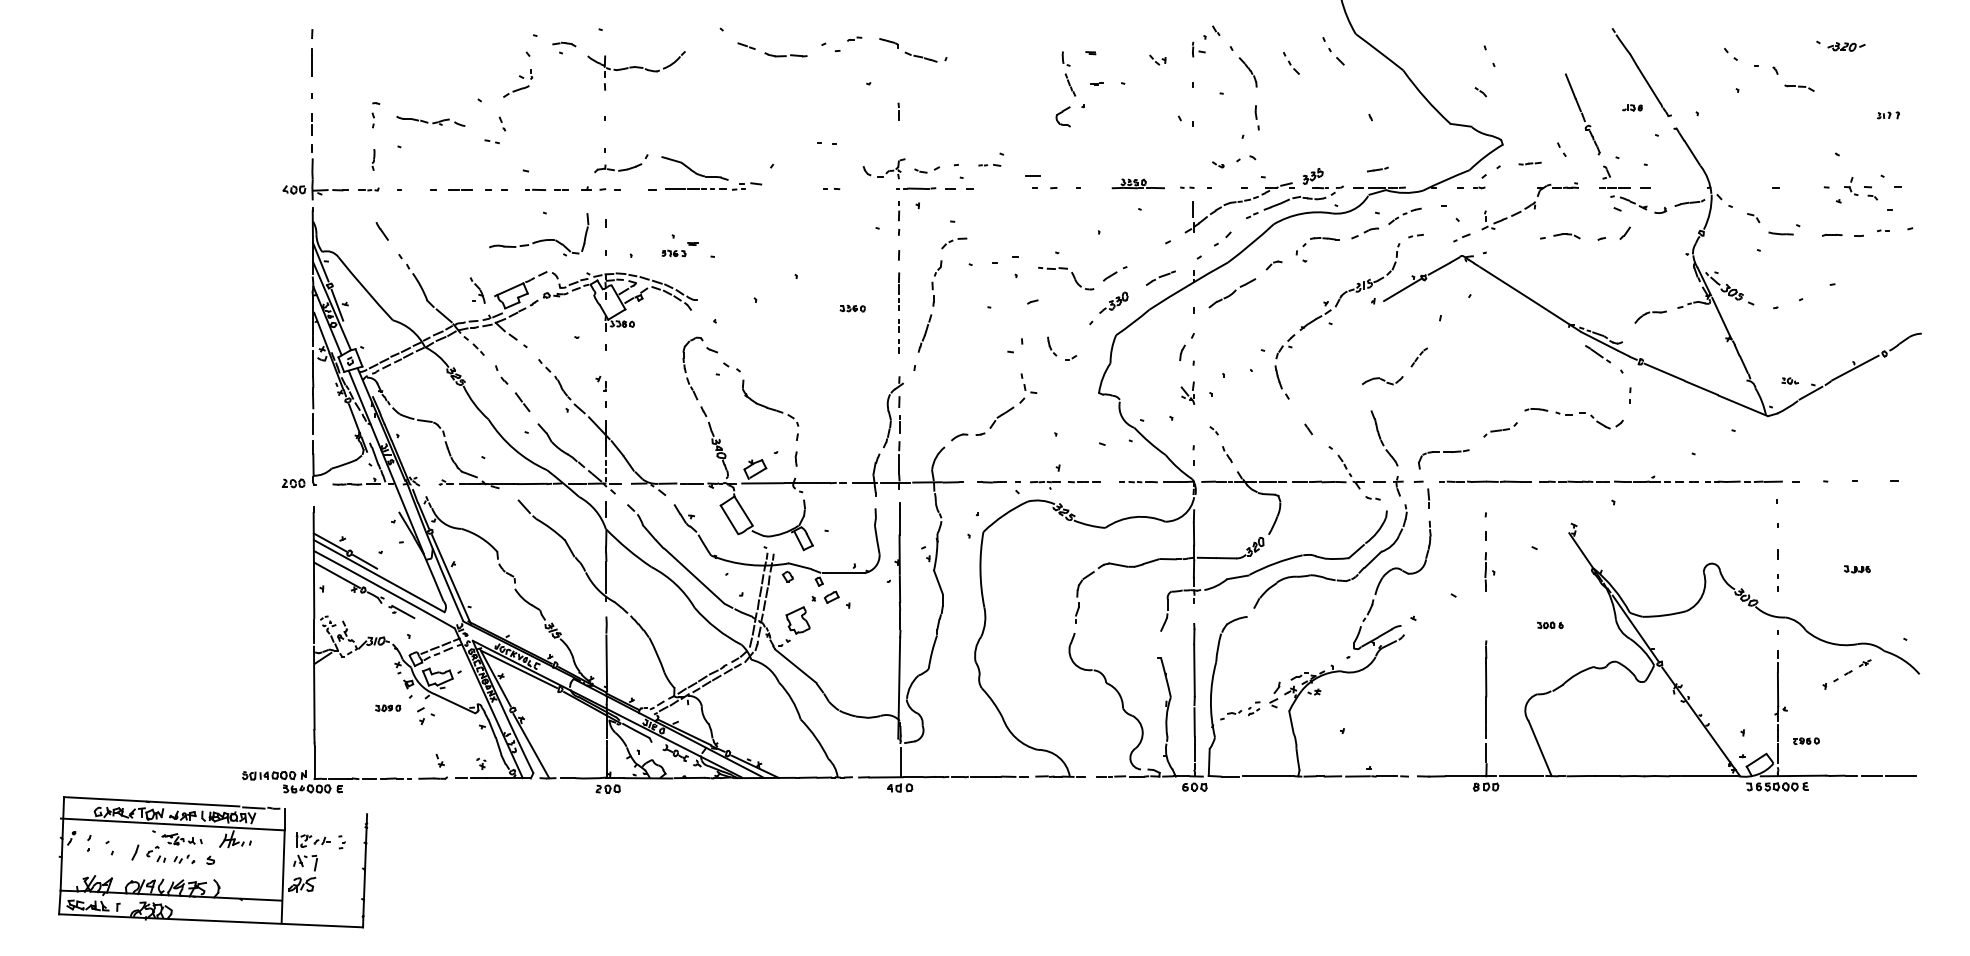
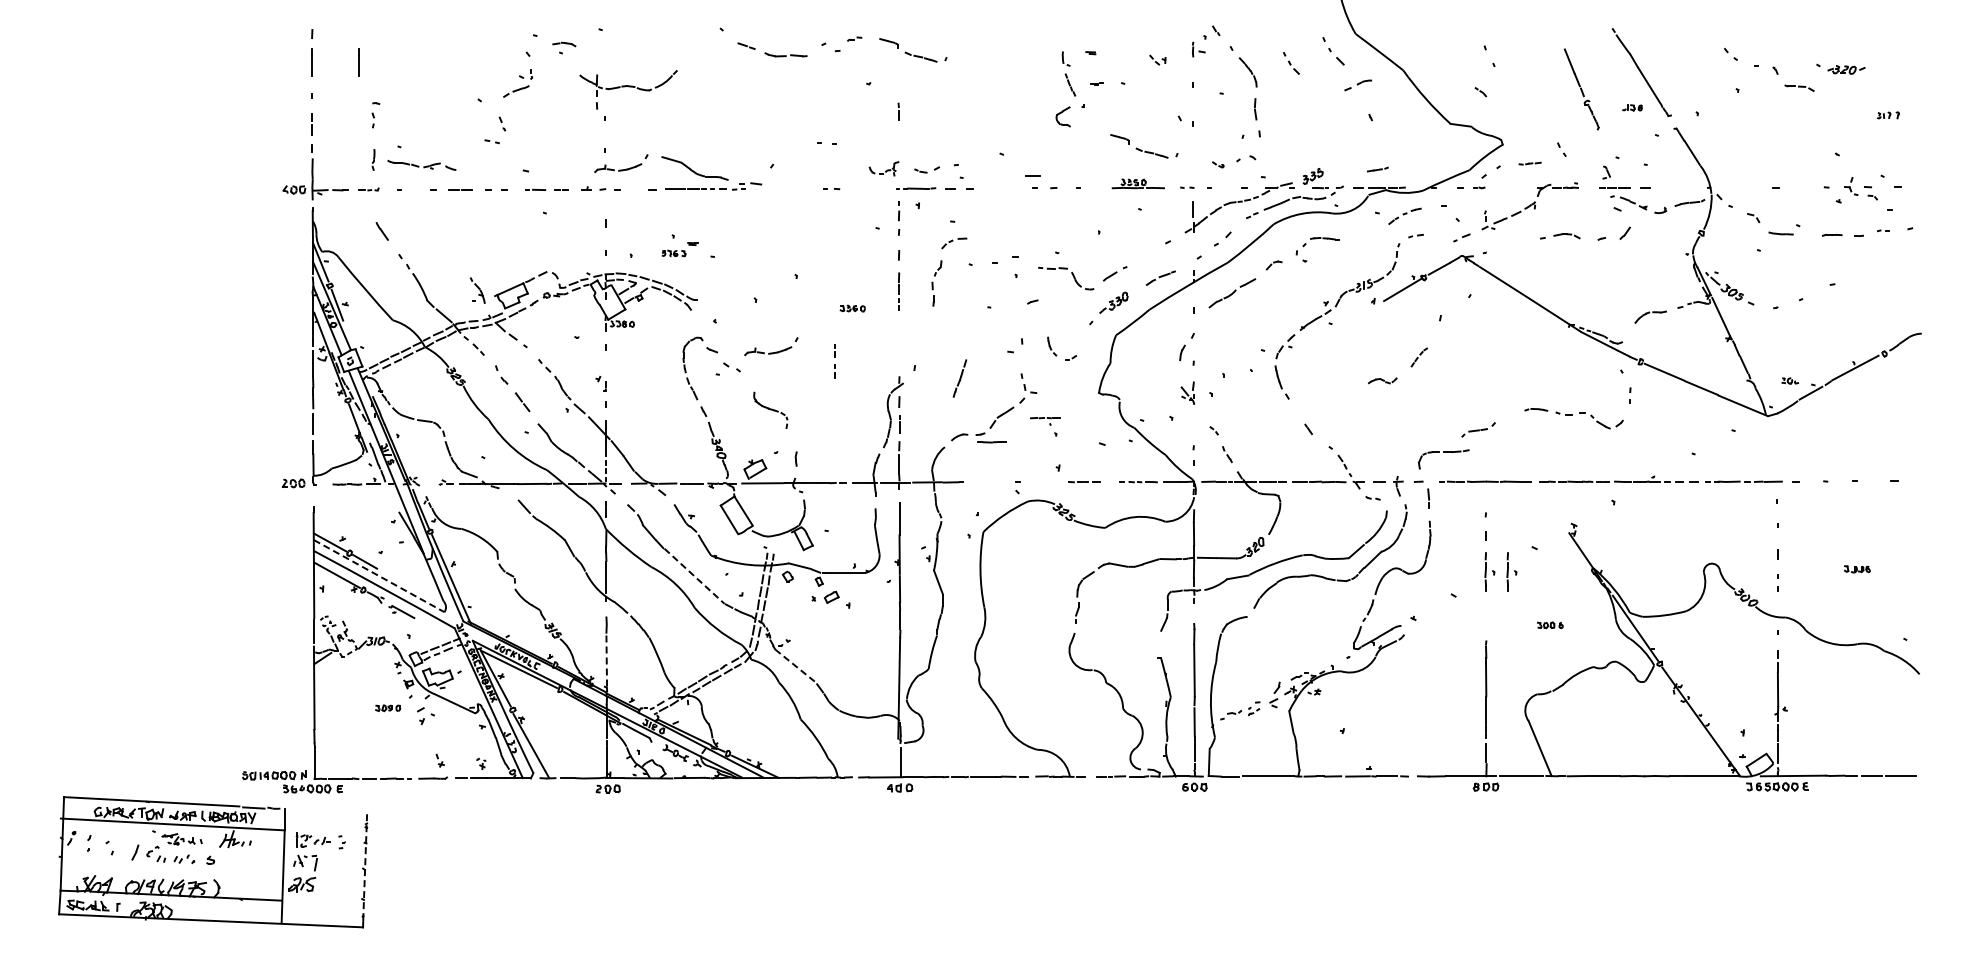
part at (1840, 45) position: (1840, 45) -> (1840, 68)
line at (358, 62): none -> present
part at (636, 70) position: (636, 70) -> (628, 89)
part at (1582, 114) position: (1582, 114) -> (1581, 89)
part at (1256, 117) size: 6x26 px -> 7x40 px
part at (430, 120) position: (430, 120) -> (421, 164)
part at (1144, 146): none -> present
line at (988, 165): present -> none
part at (883, 168) size: 44x22 px -> 32x16 px
part at (1364, 233) position: (1364, 233) -> (1357, 85)
part at (539, 234): present -> none
line at (924, 333) position: (924, 333) -> (959, 378)
line at (898, 339) position: (898, 339) -> (834, 364)
part at (771, 346): none -> present
line at (1597, 354): present -> none
part at (1382, 380) size: 42x10 px -> 30x8 px
part at (770, 409) size: 58x62 px -> 36x38 px
part at (1500, 429) position: (1500, 429) -> (1478, 429)
part at (1384, 438): present -> none
line at (991, 482) position: (991, 482) -> (991, 442)
part at (1045, 485) position: (1045, 485) -> (1045, 421)
part at (1511, 571): none -> present
line at (379, 576): solid -> dashed
line at (694, 576): solid -> dashed
part at (797, 620): present -> none
line at (606, 661): solid -> dashed
line at (795, 666): solid -> dashed
part at (1846, 674): present -> none
part at (1806, 741): present -> none
line at (365, 865): solid -> dashed
